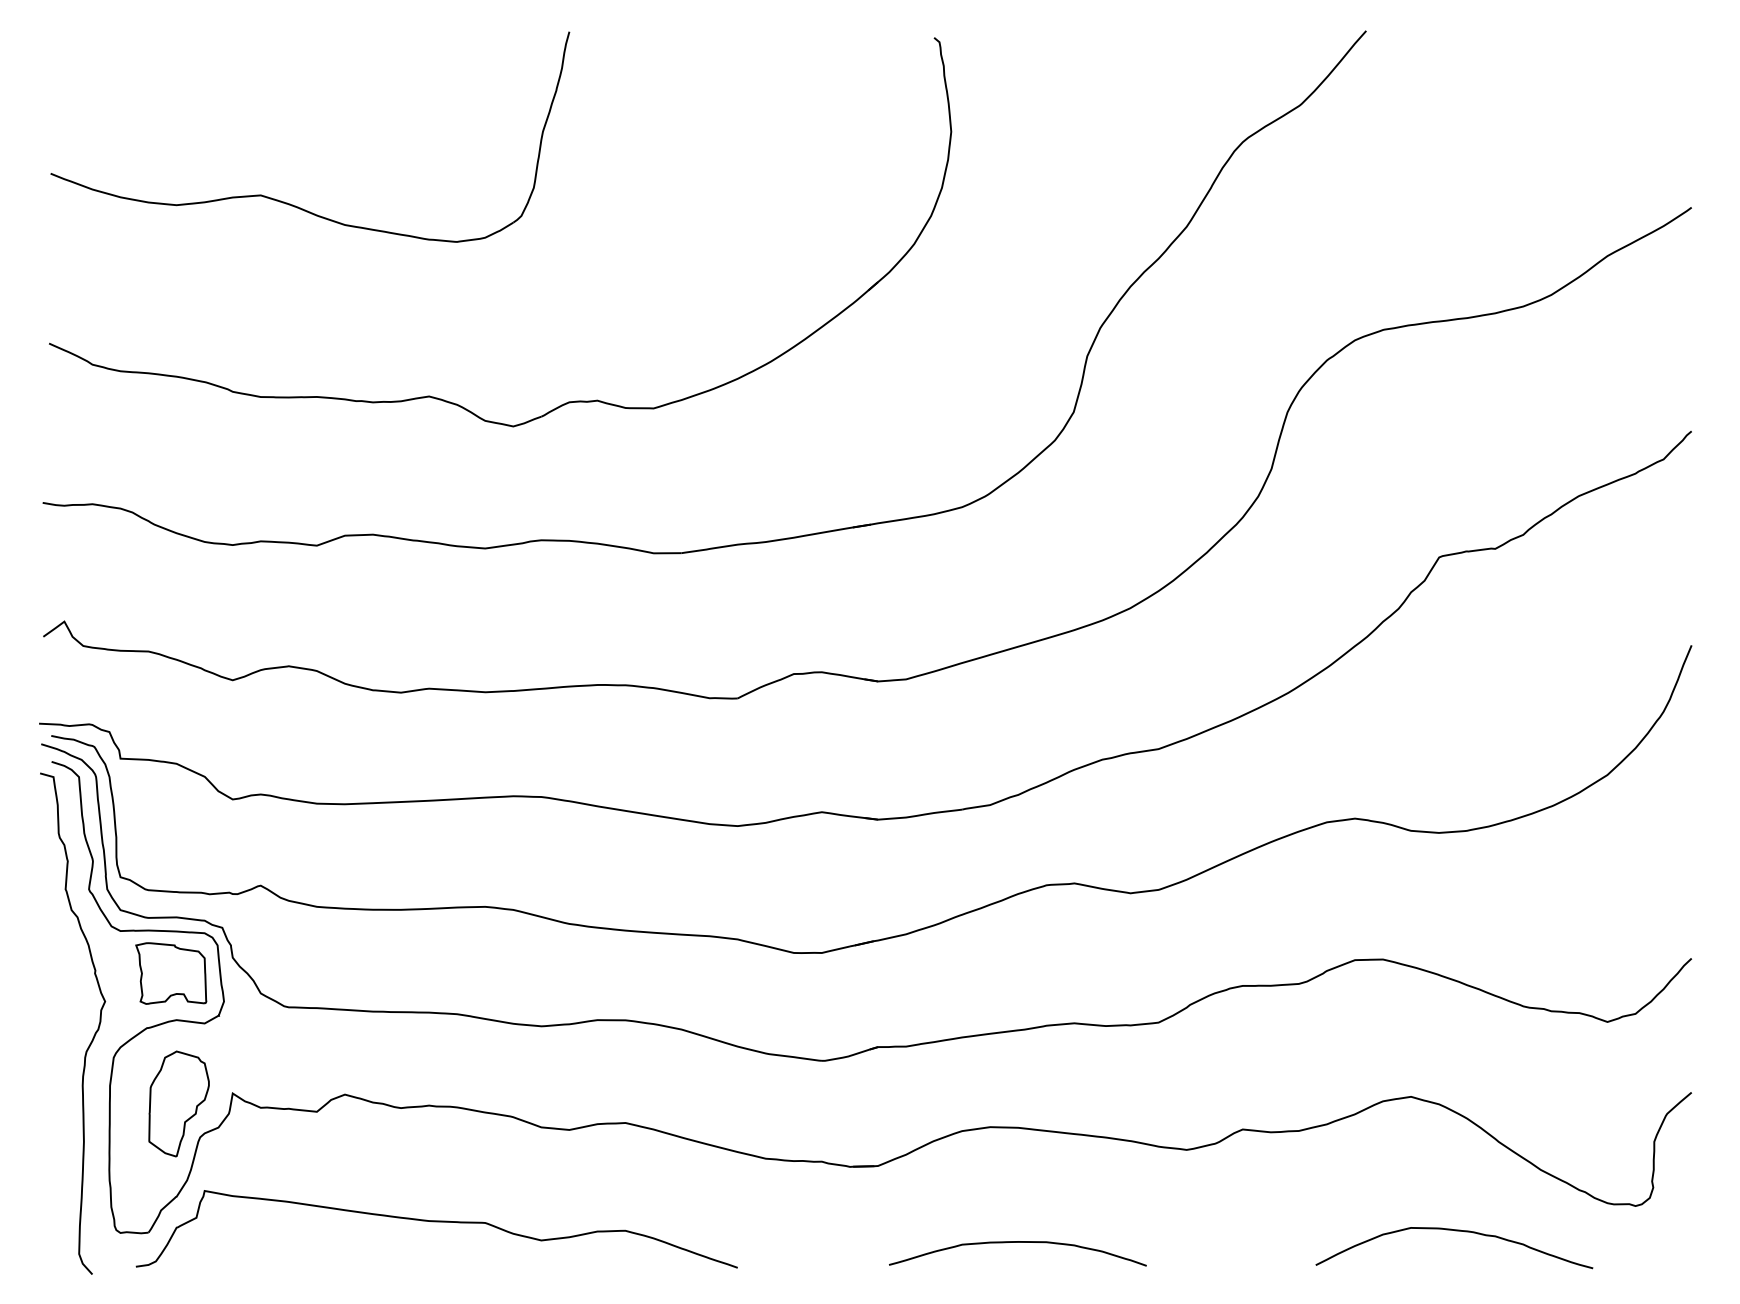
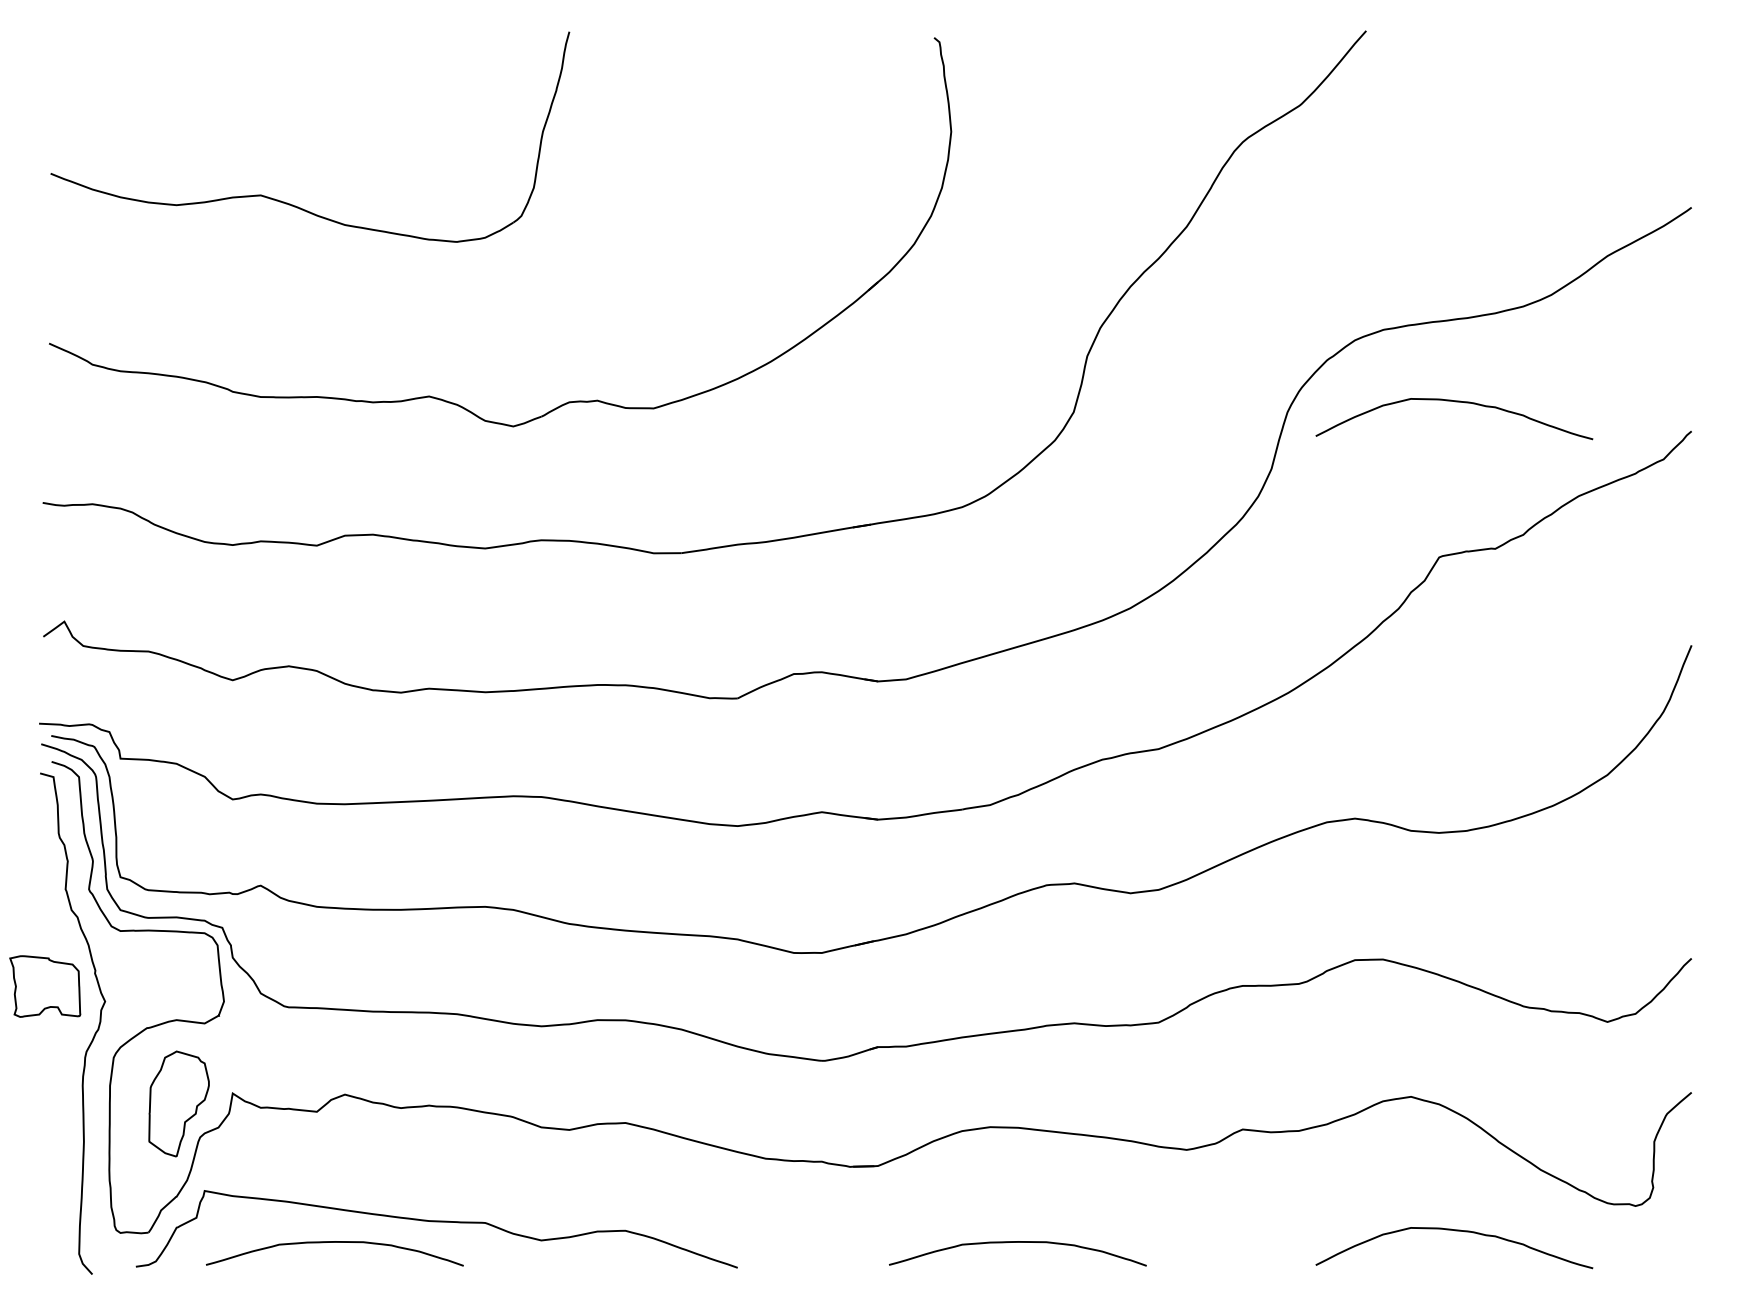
curve at (1455, 402): none -> present
part at (171, 973) position: (171, 973) -> (45, 986)
curve at (334, 1242): none -> present
